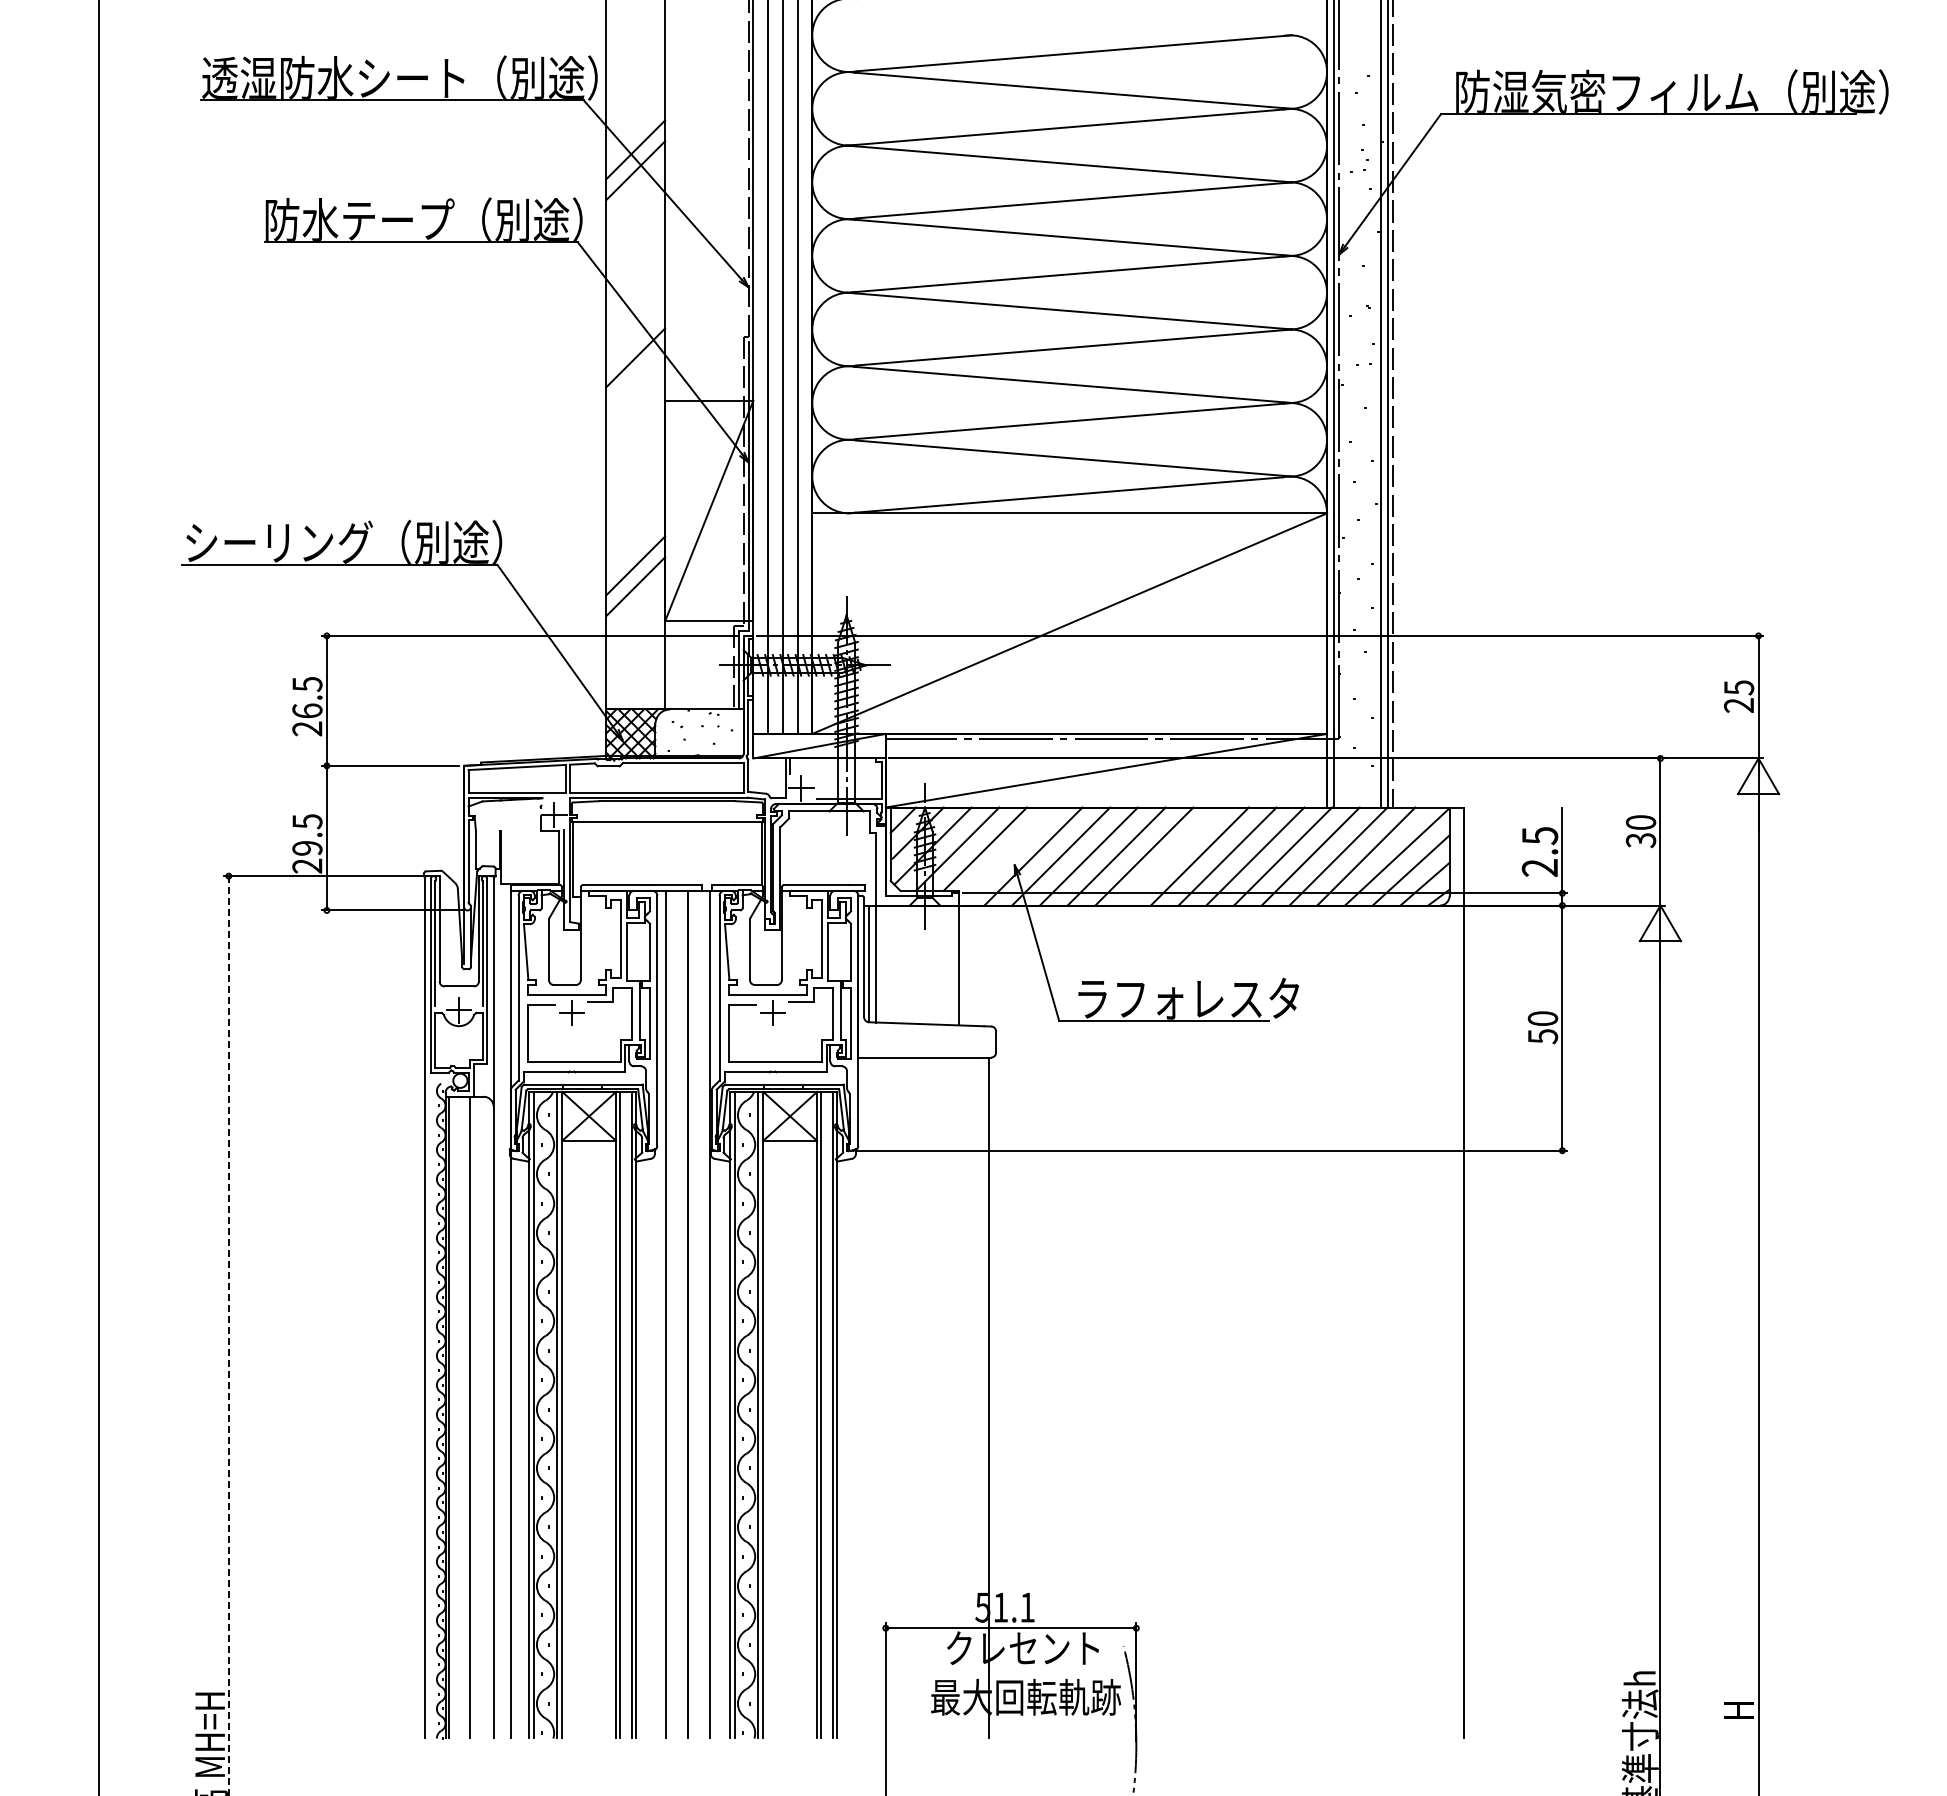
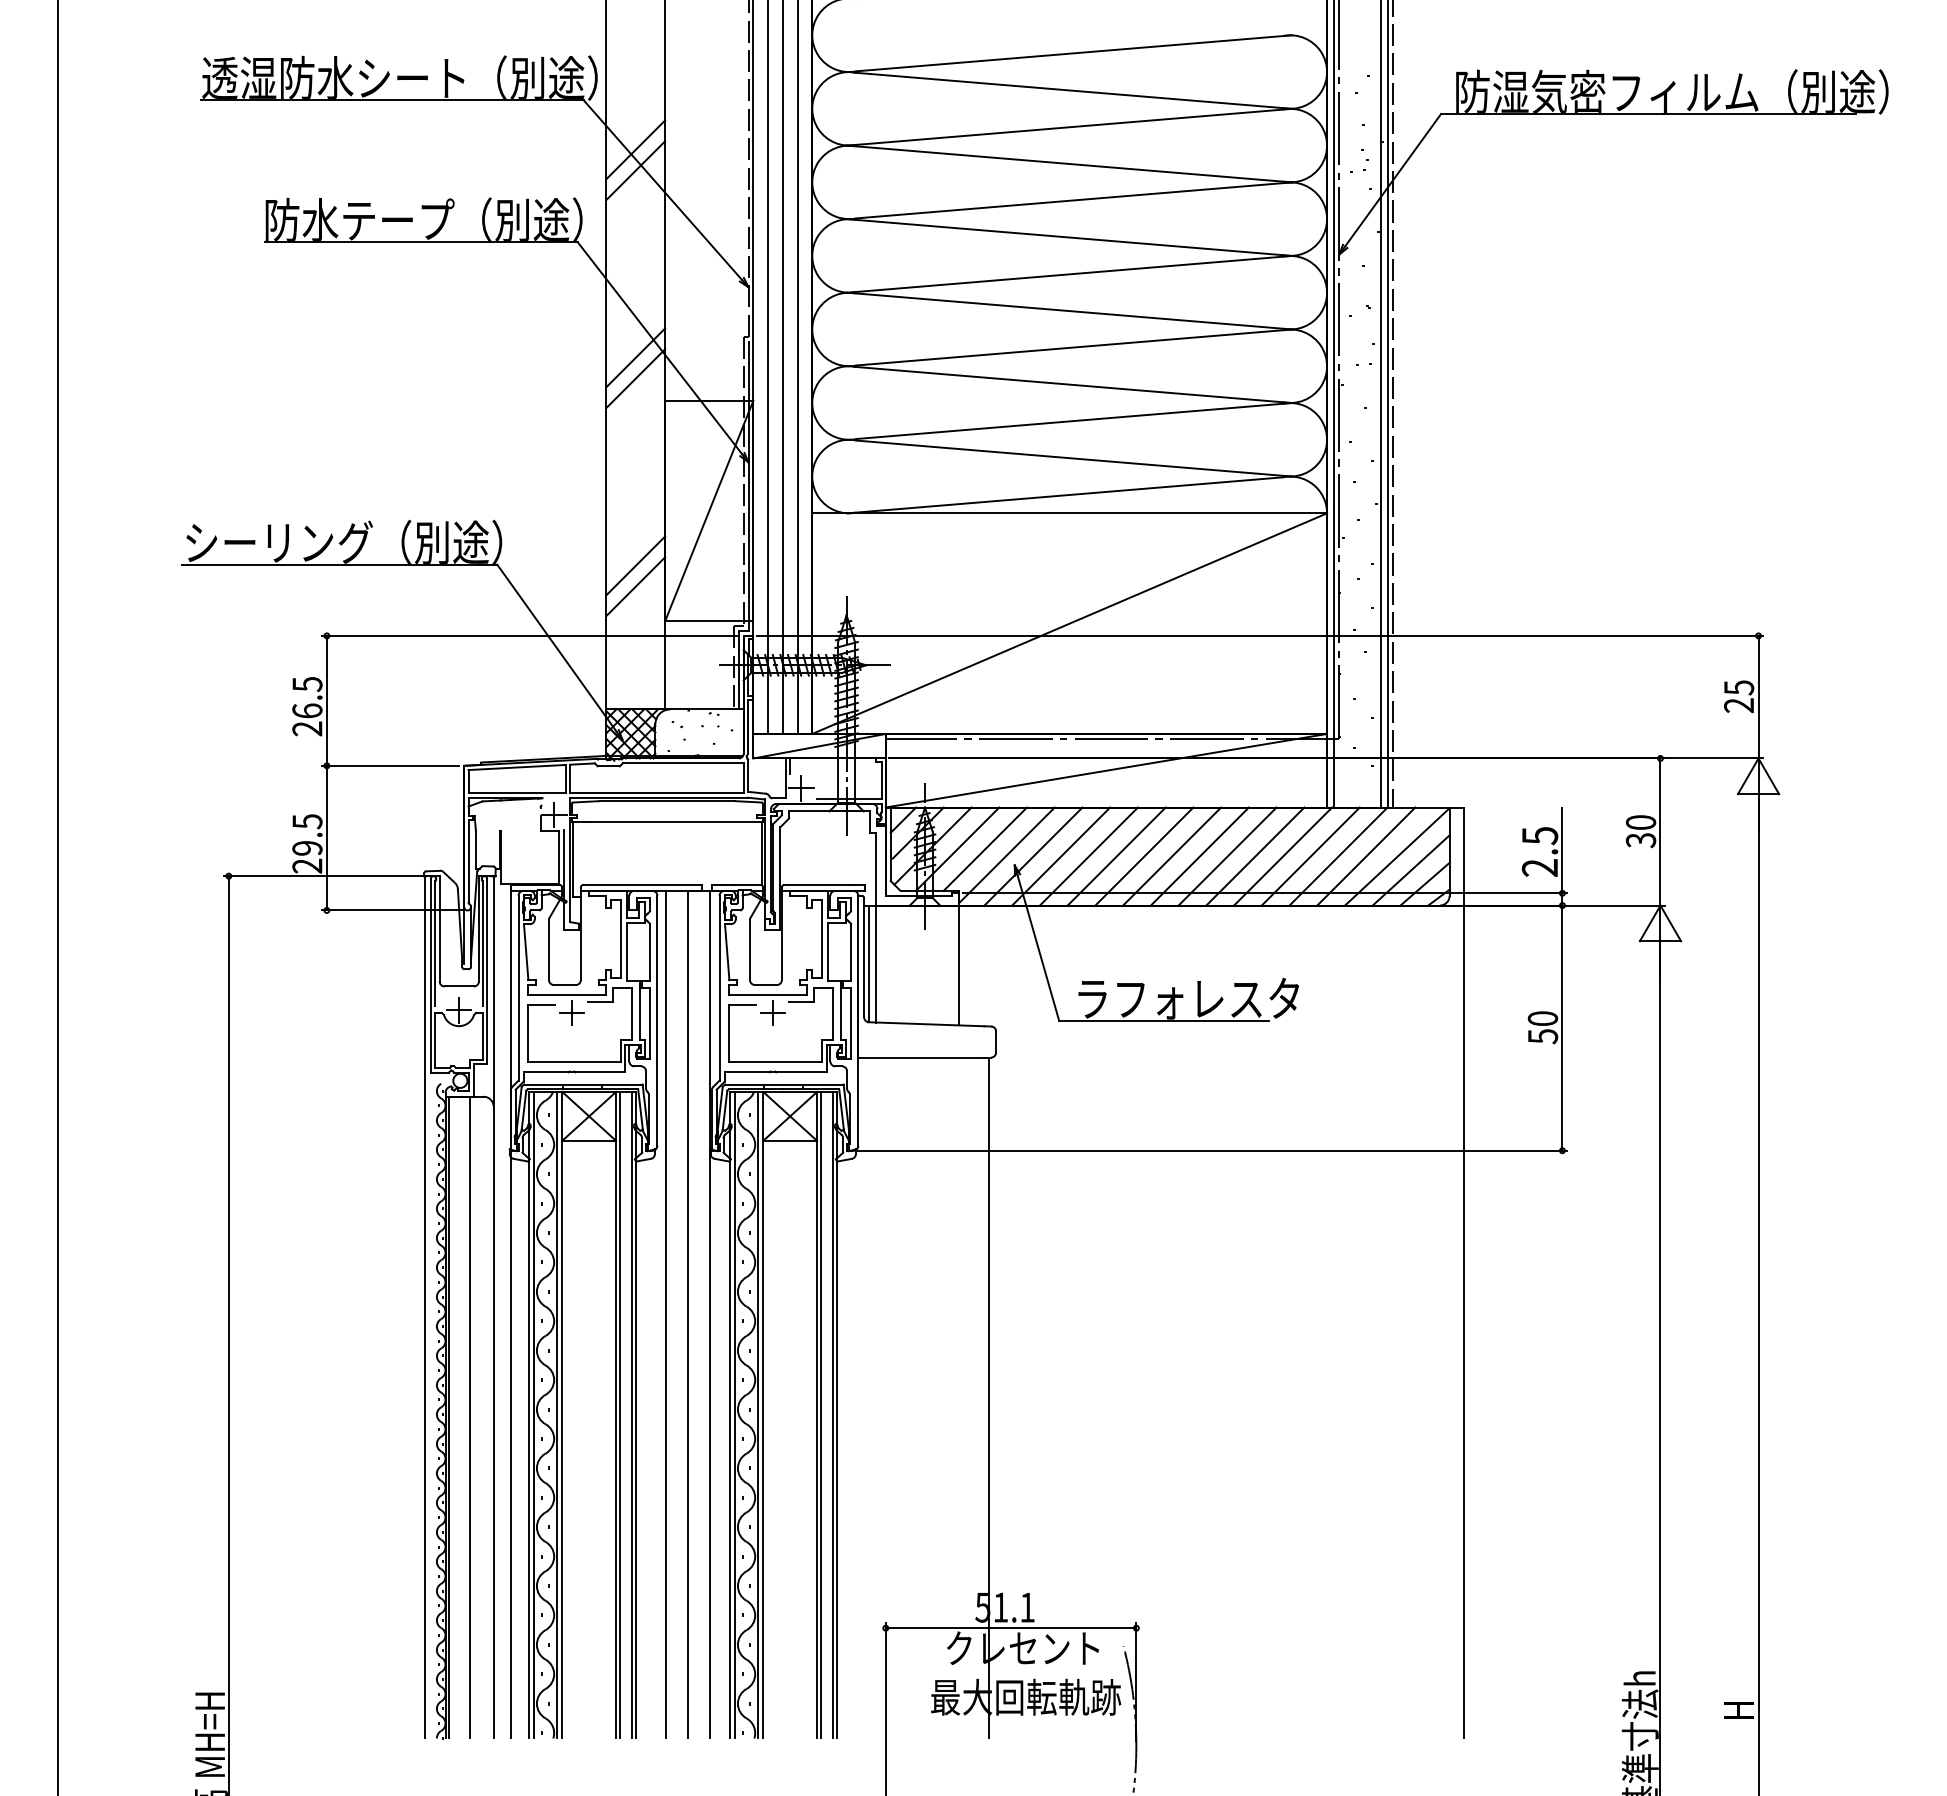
line at (635, 378): none -> present
line at (1006, 854): none -> present
line at (1172, 856): none -> present
line at (99, 897) position: (99, 897) -> (58, 897)
line at (228, 1335): dashed -> solid
